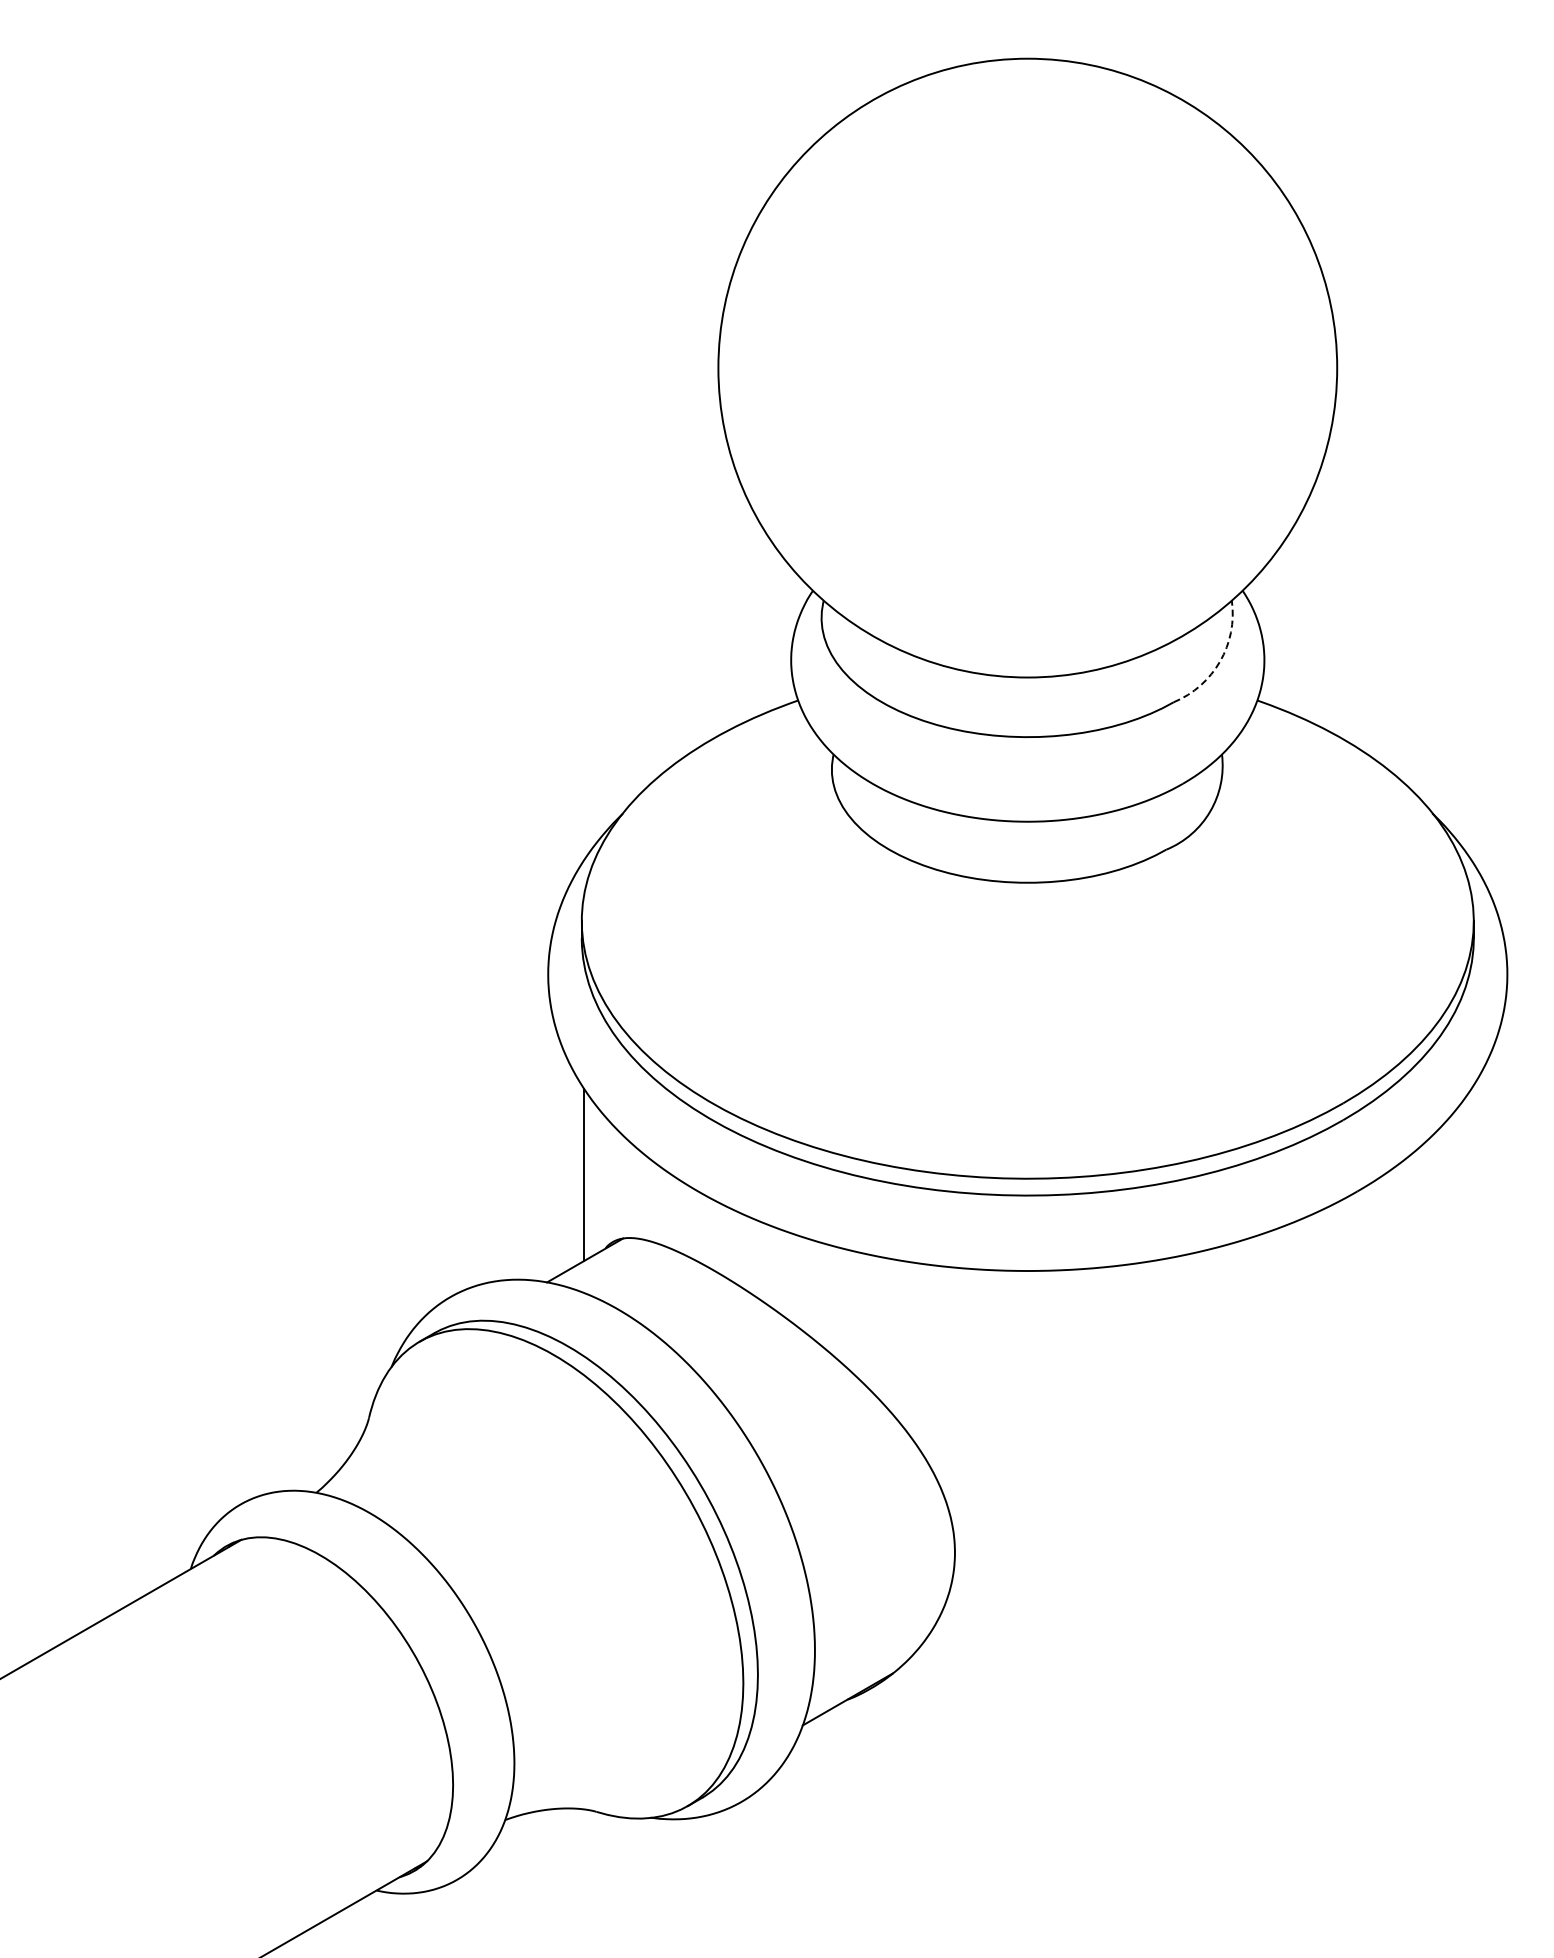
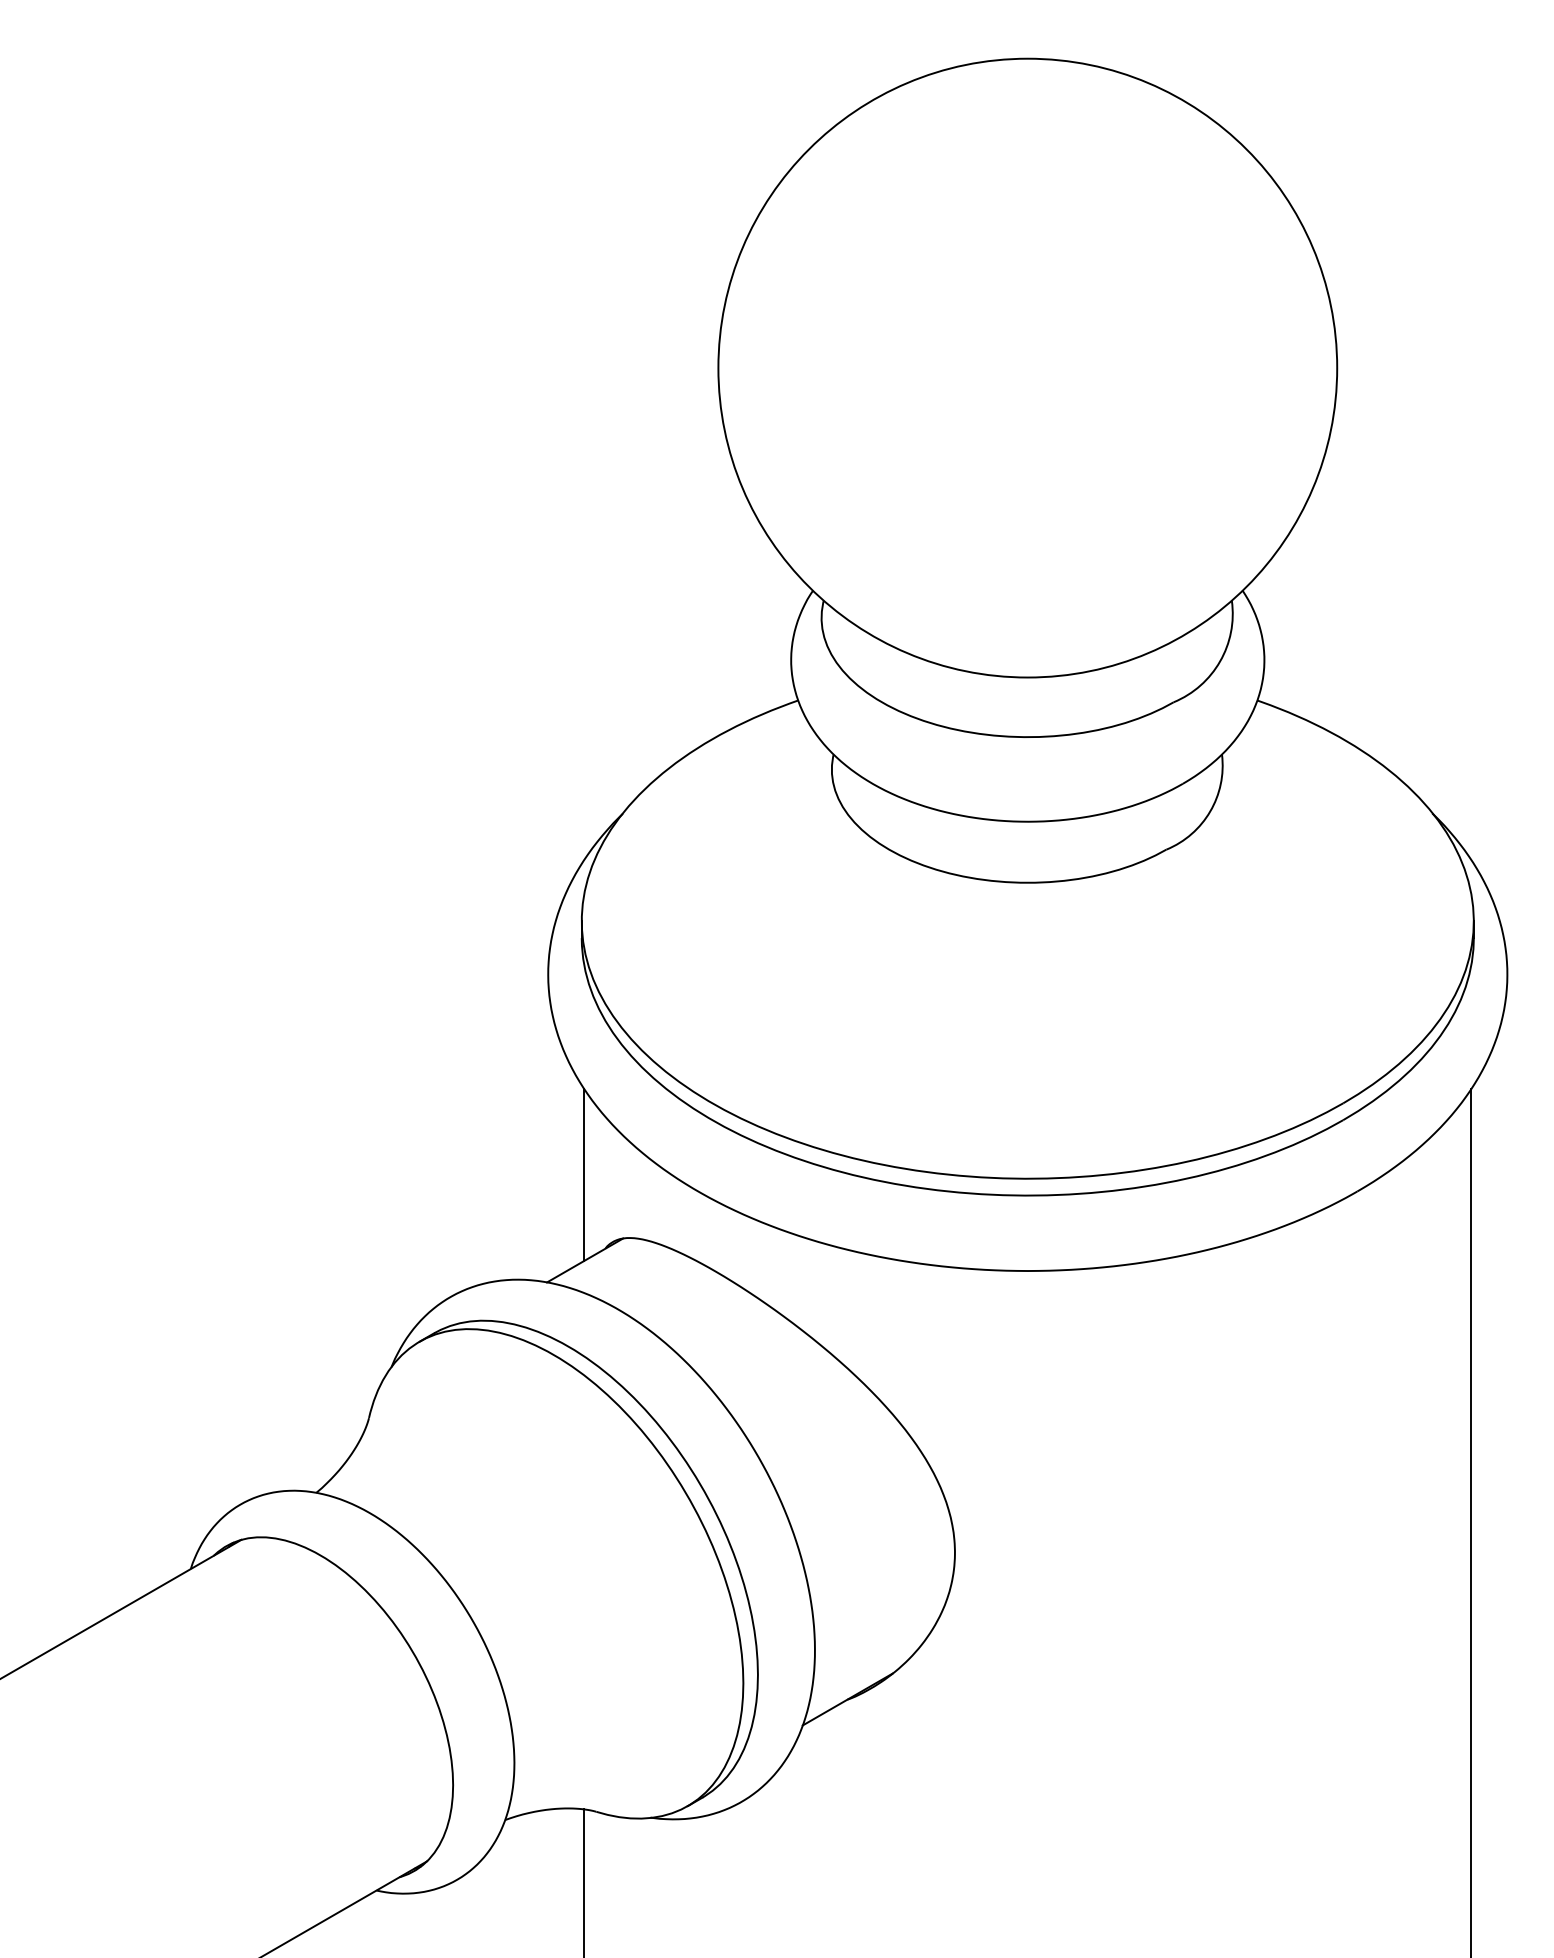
arc at (1220, 661): dashed -> solid
line at (1471, 1521): none -> present
line at (584, 1881): none -> present
